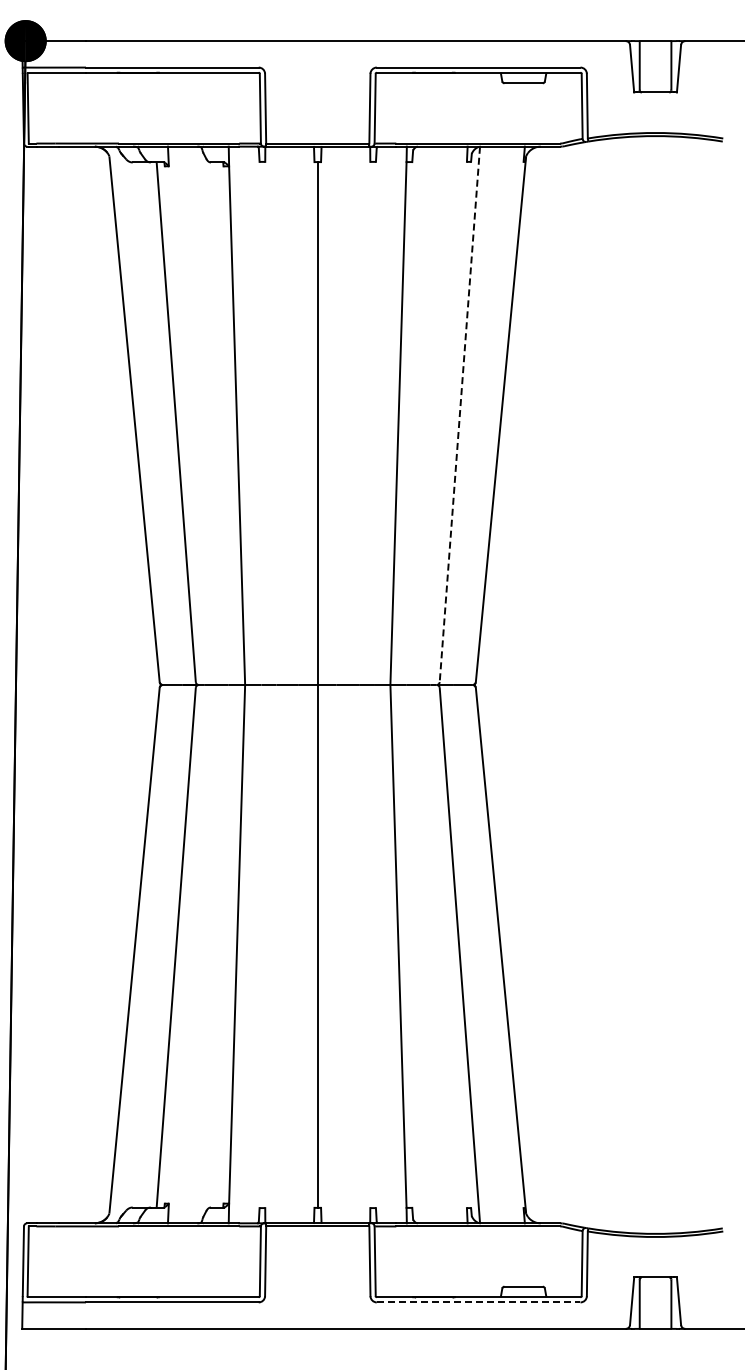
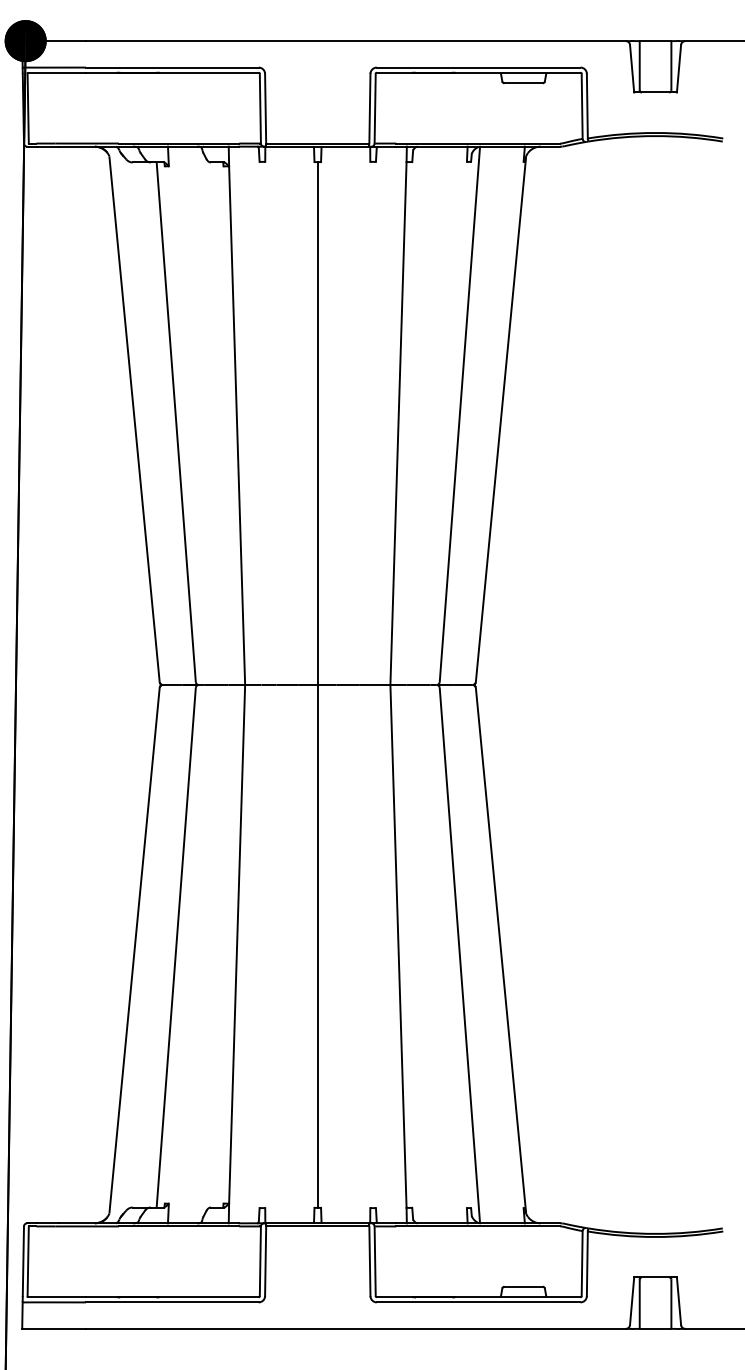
line at (459, 414): dashed -> solid
line at (478, 1302): dashed -> solid
